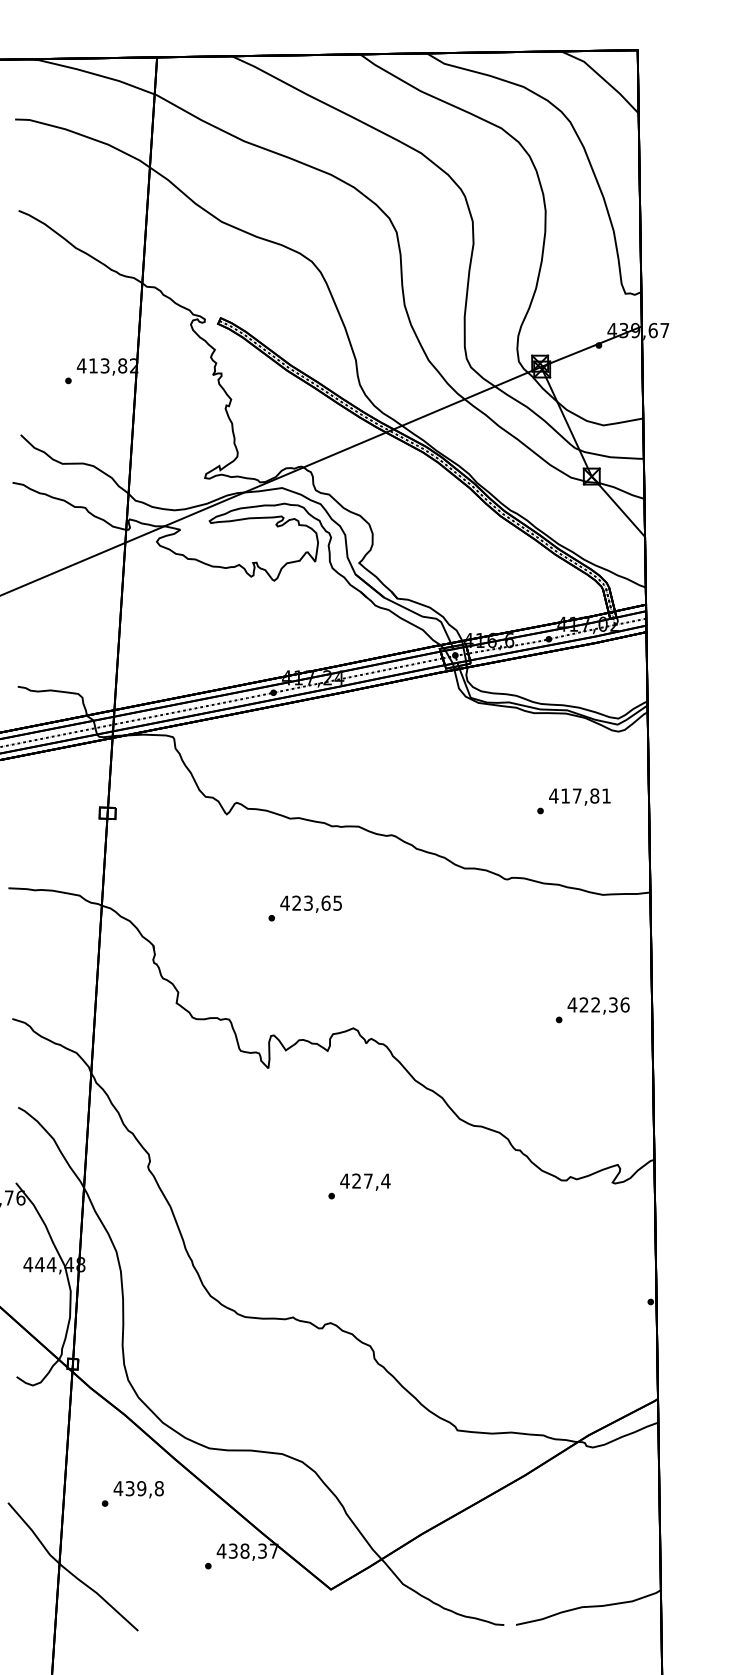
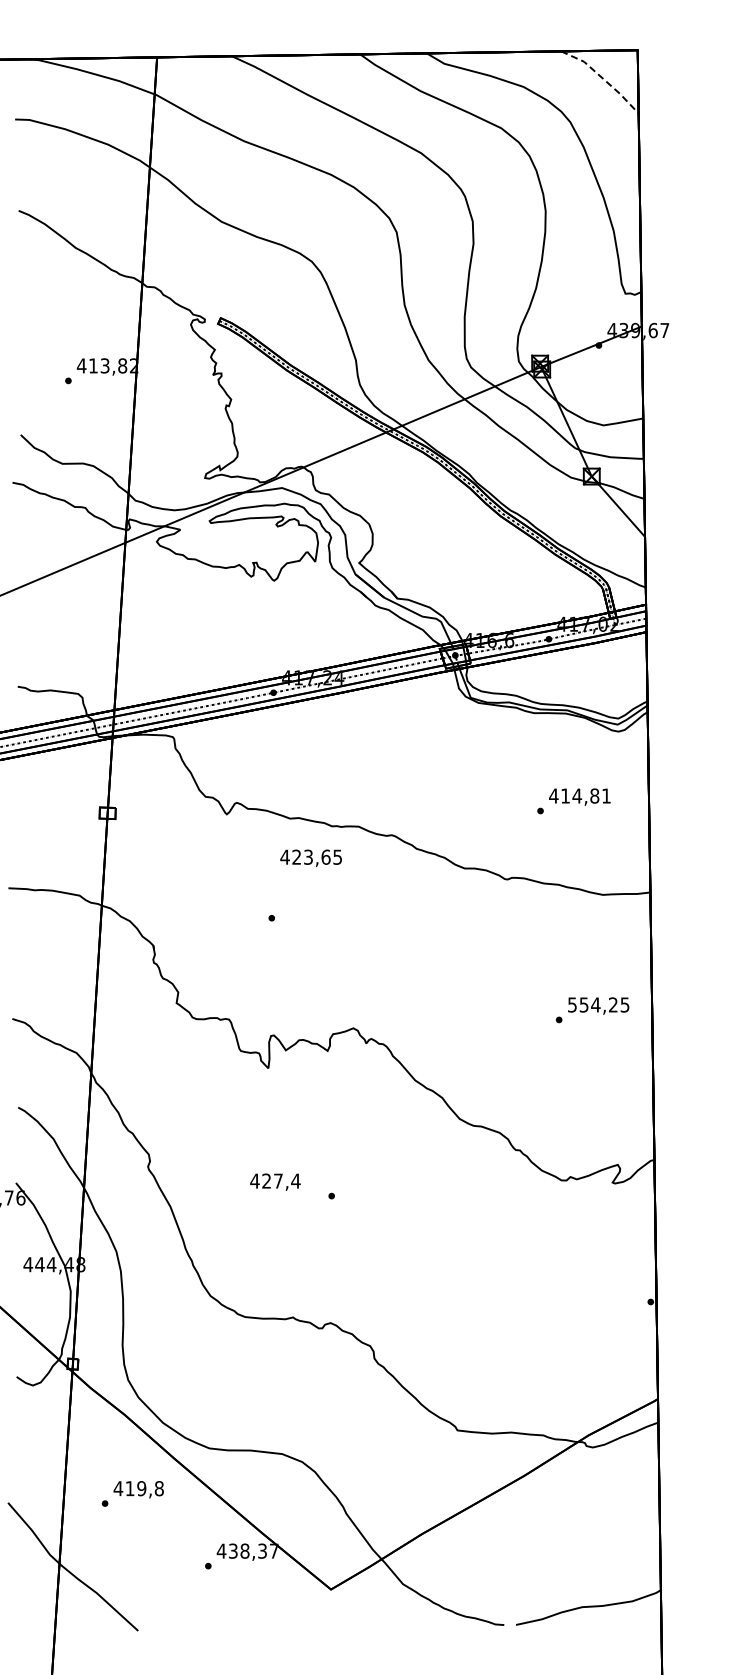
line at (603, 78): solid -> dashed
text at (577, 795): 417,81 -> 414,81
text at (310, 903) position: (310, 903) -> (310, 857)
text at (598, 1004): 422,36 -> 554,25
text at (365, 1181) position: (365, 1181) -> (275, 1181)
text at (129, 1488): 439,8 -> 419,8
